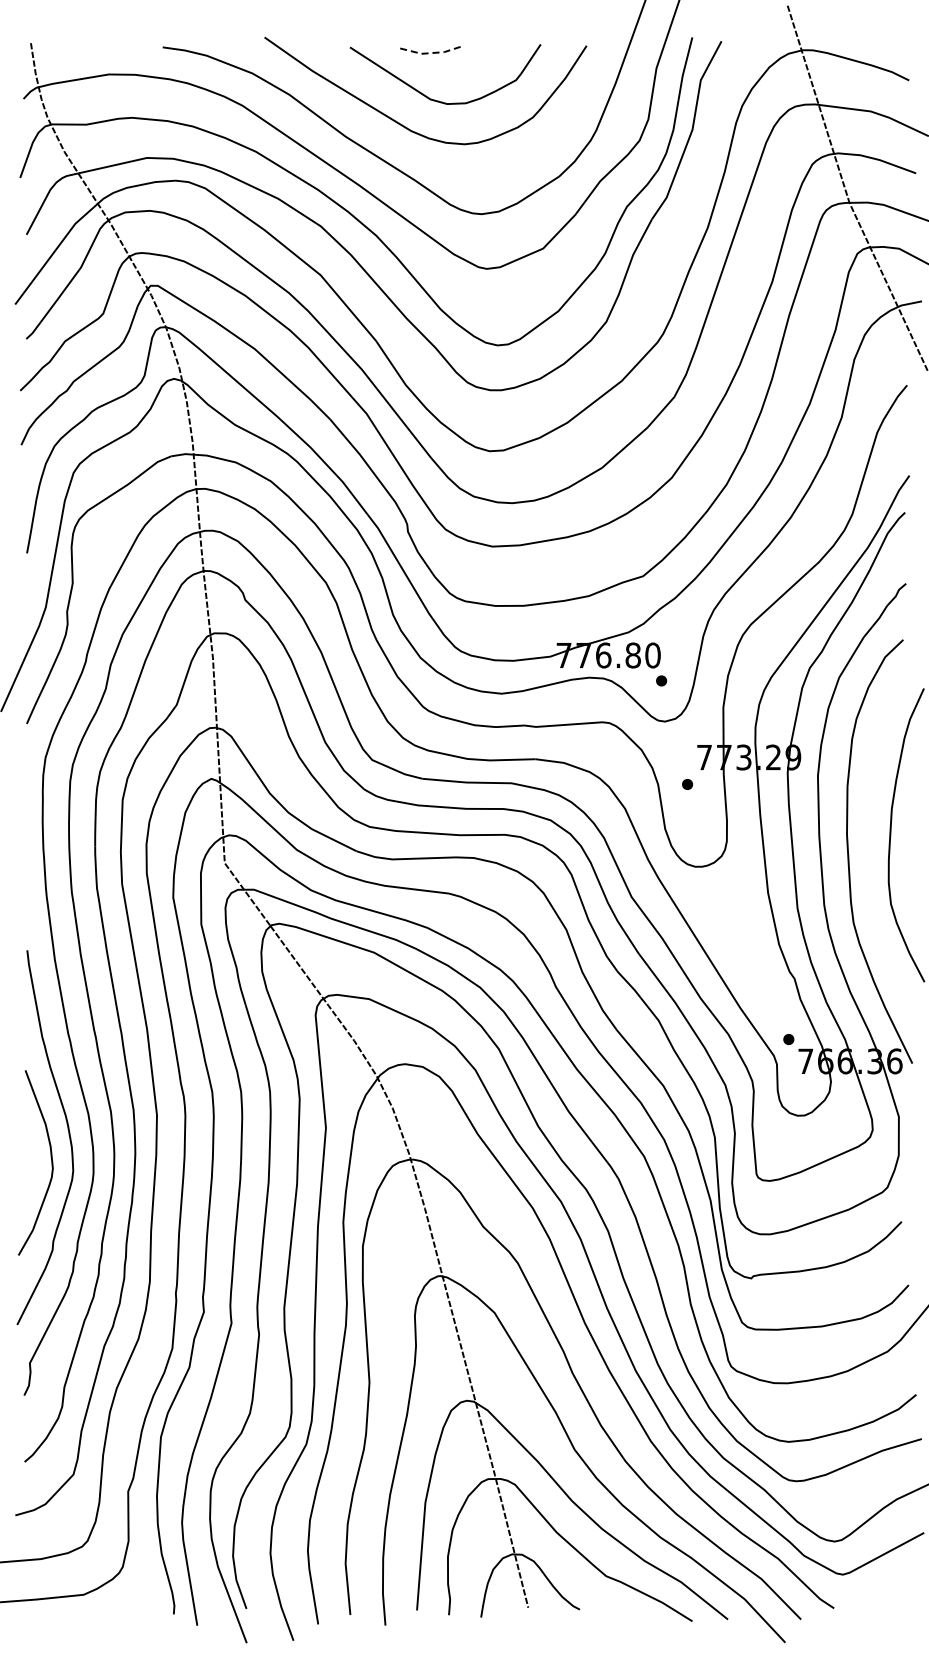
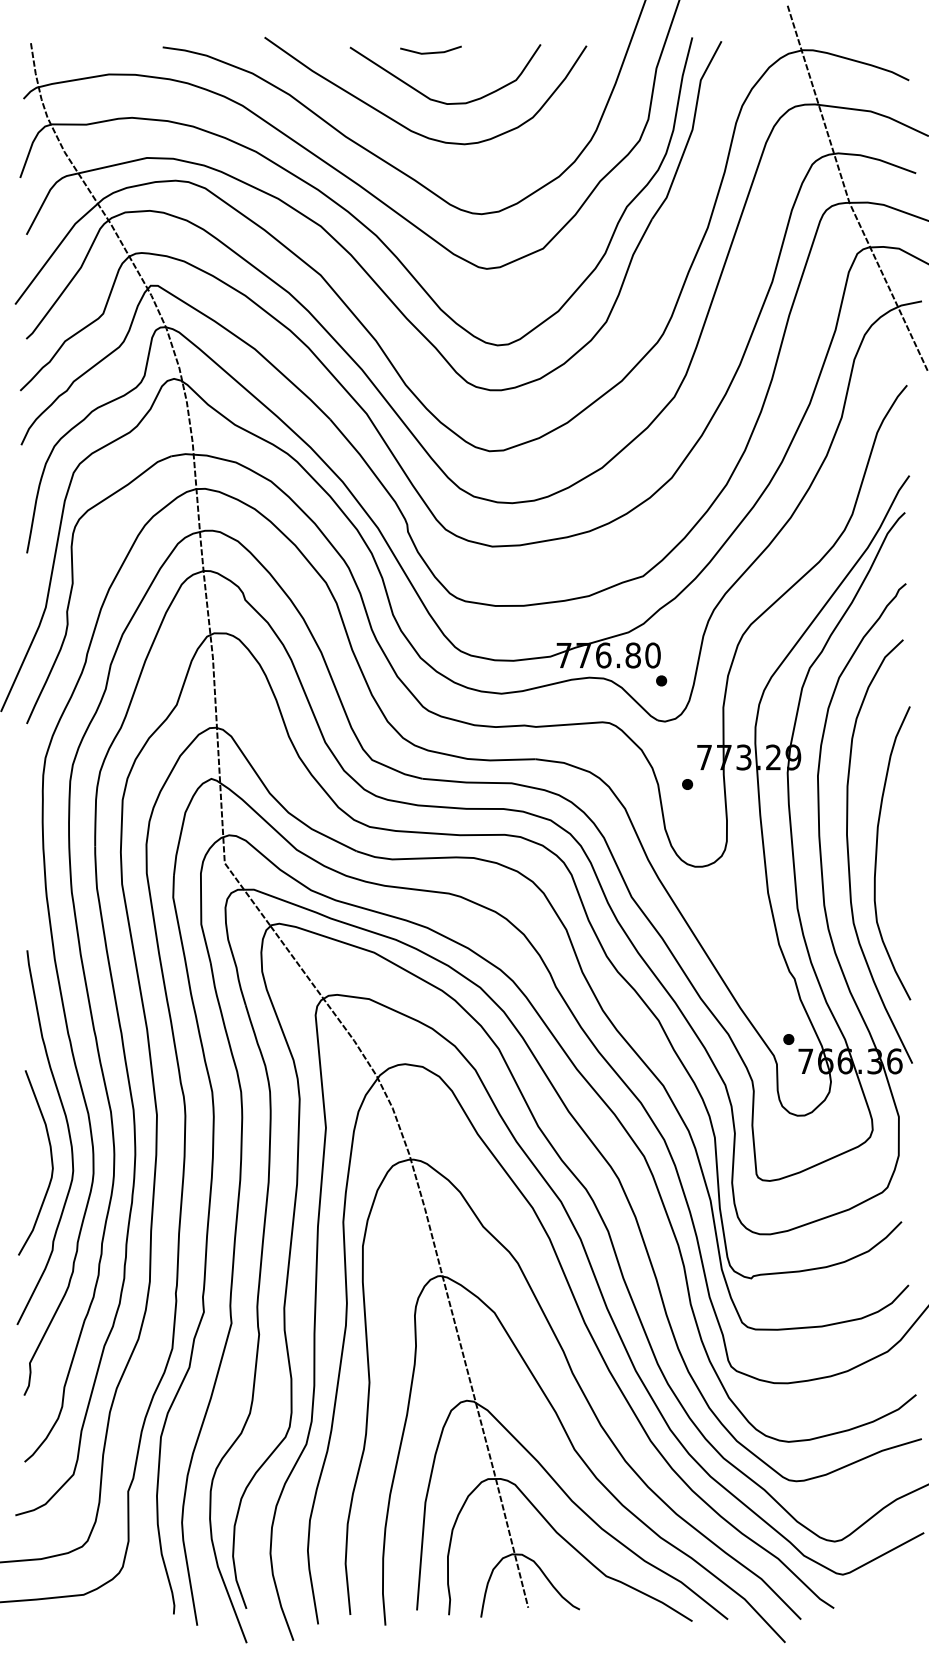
line at (431, 53): dashed -> solid
curve at (891, 835) position: (891, 835) -> (877, 853)
